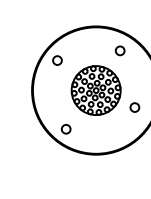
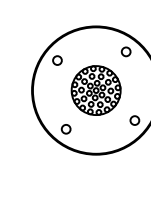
circle at (119, 50) position: (119, 50) -> (125, 51)
circle at (134, 107) position: (134, 107) -> (134, 120)
